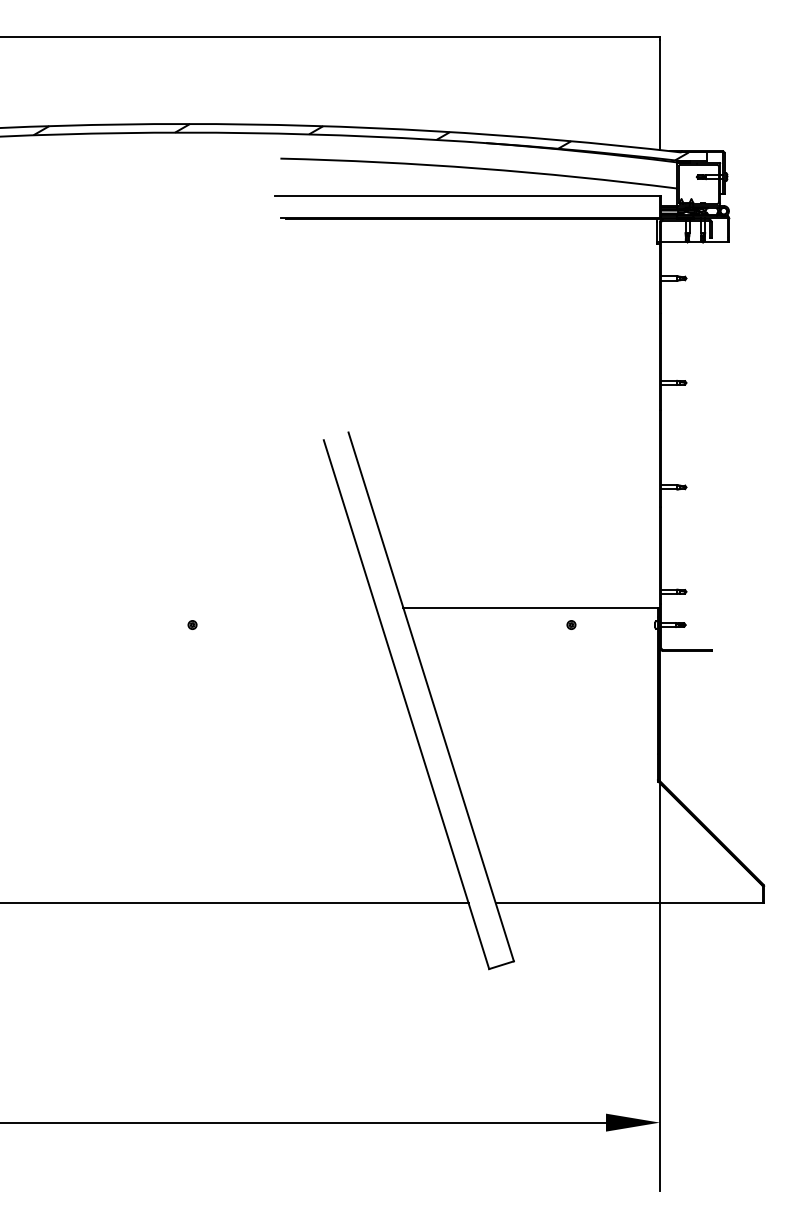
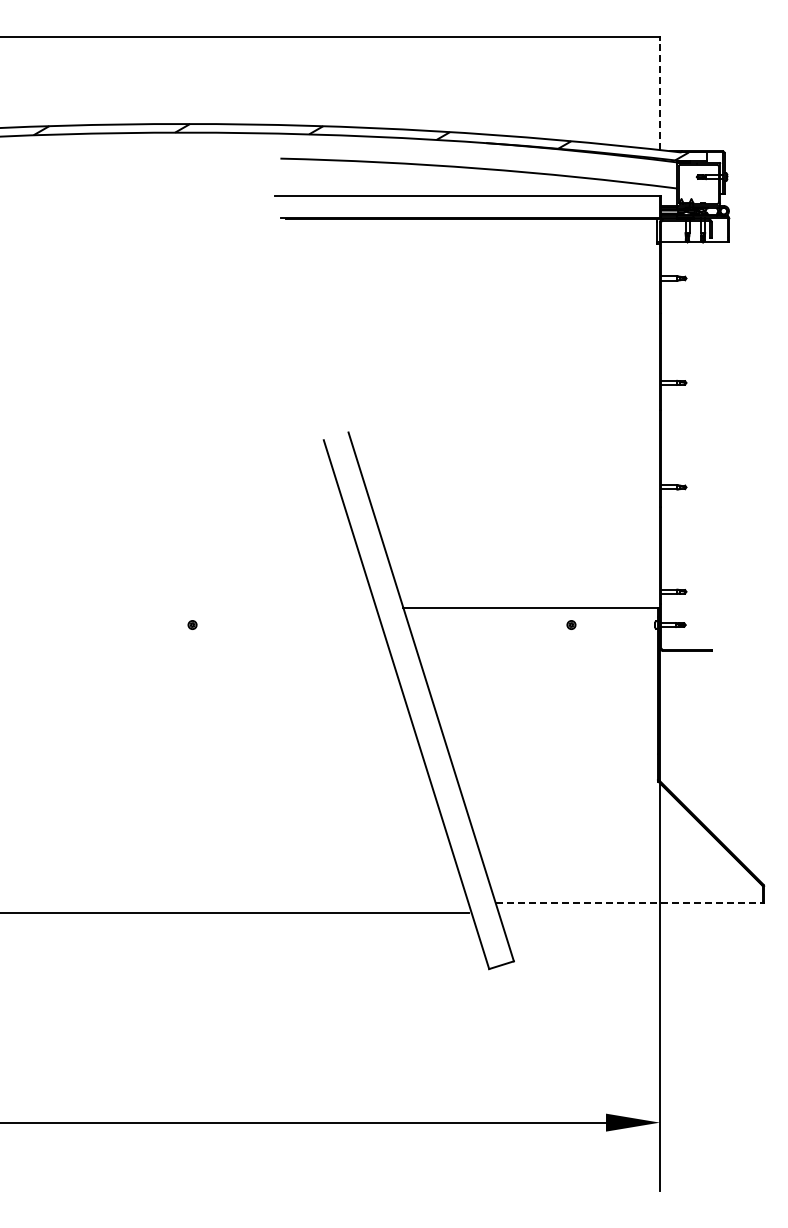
line at (659, 94): solid -> dashed
line at (235, 903) position: (235, 903) -> (235, 913)
line at (629, 903): solid -> dashed
